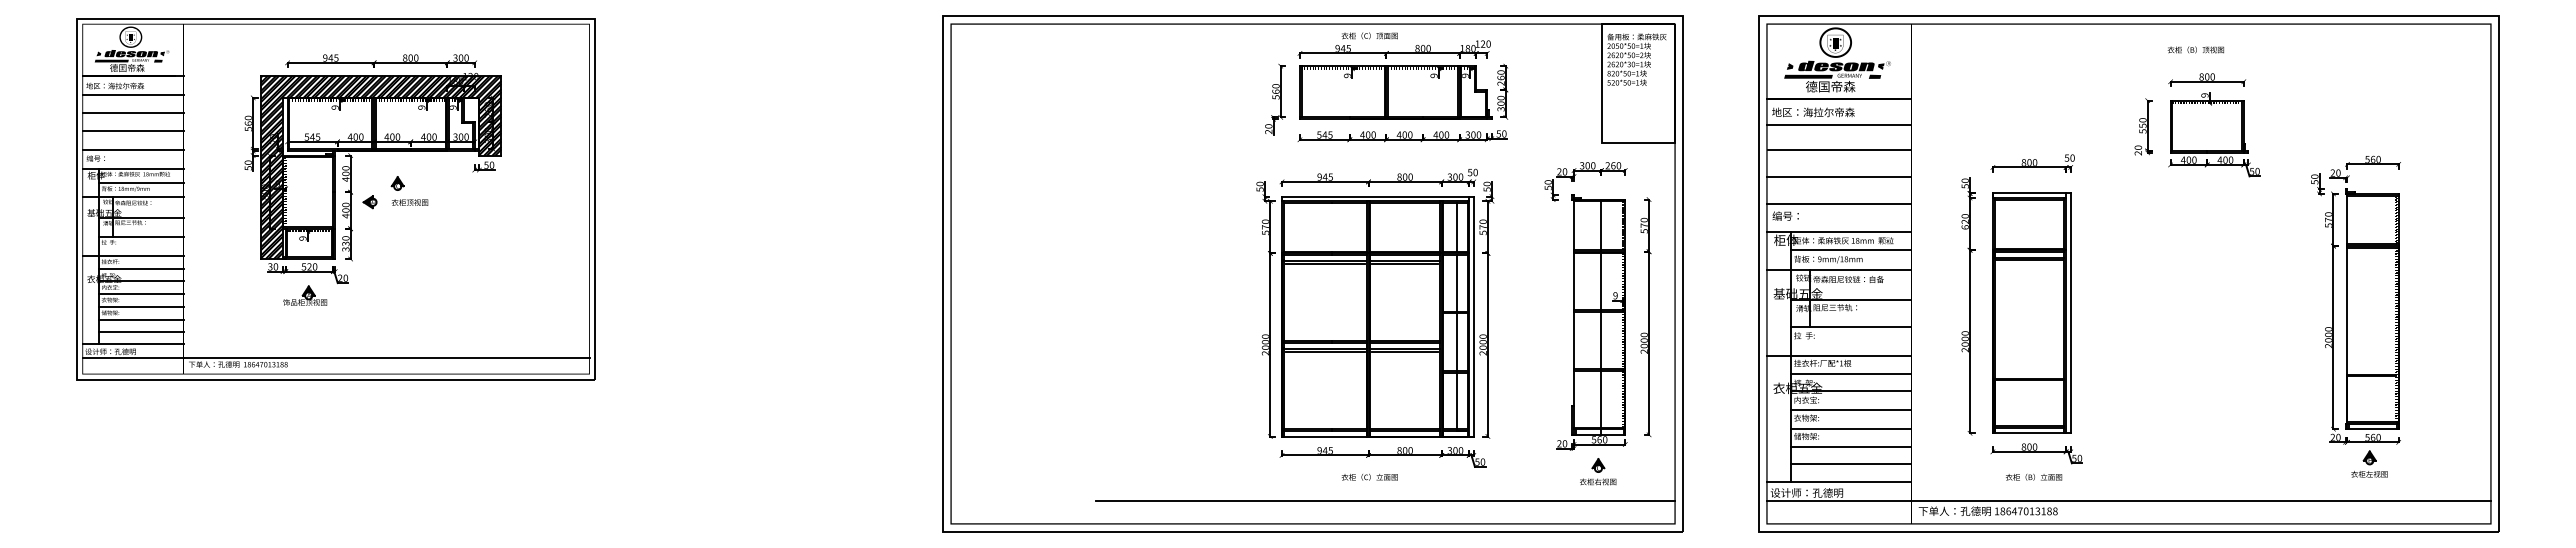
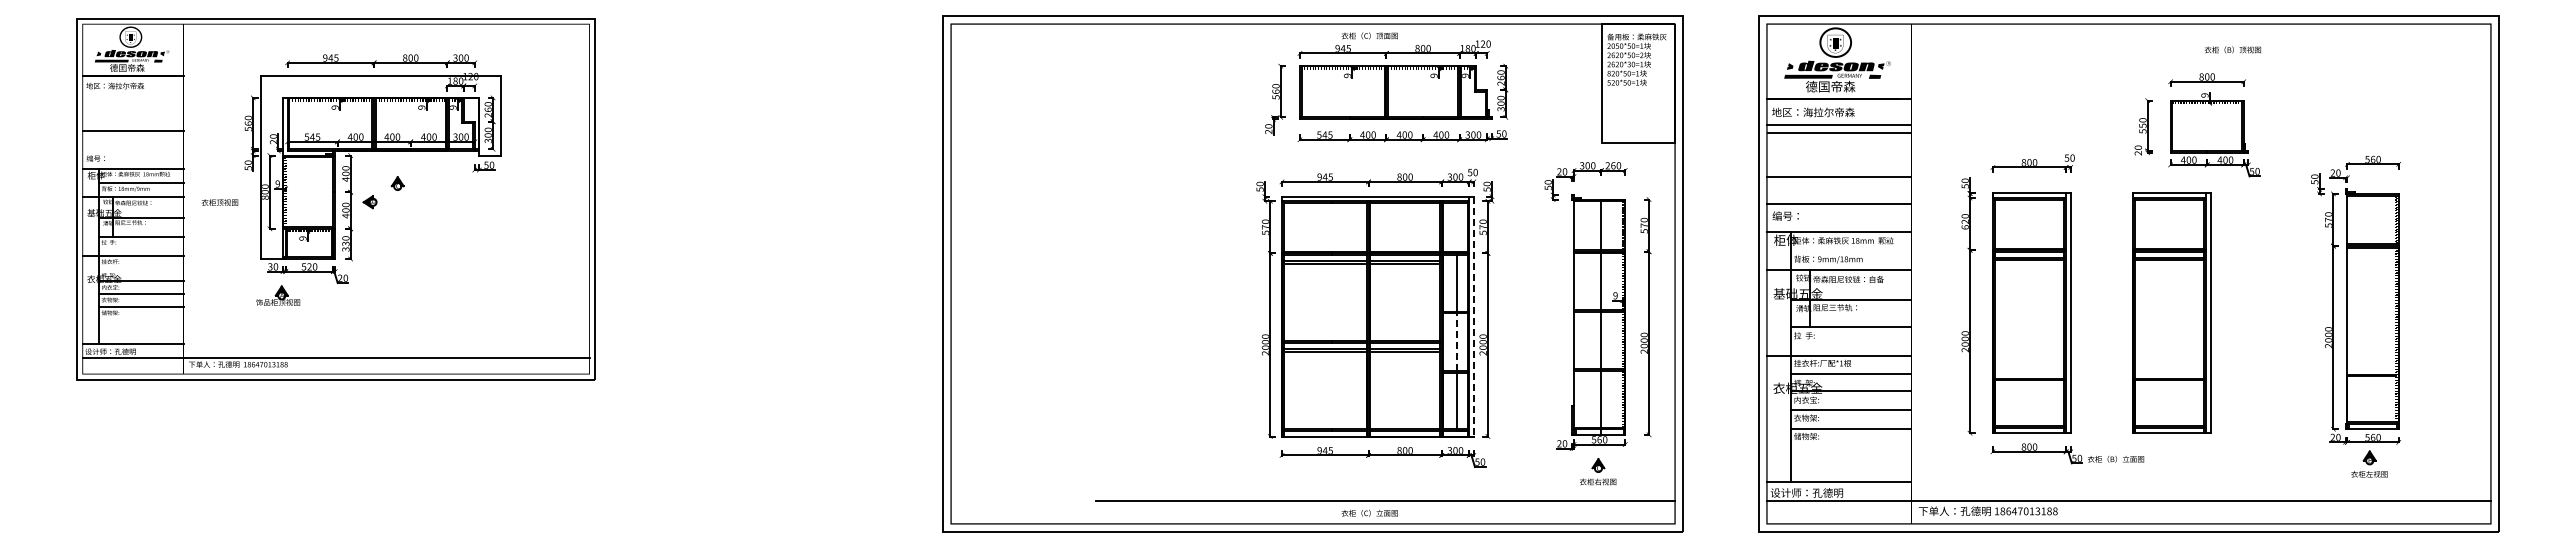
text at (2195, 49) position: (2195, 49) -> (2232, 49)
line at (132, 94): present -> none
line at (133, 112): present -> none
line at (132, 149): present -> none
line at (1839, 150) position: (1839, 150) -> (1839, 133)
hatch at (381, 167): present -> none
text at (409, 202) position: (409, 202) -> (219, 202)
line at (1456, 226): present -> none
line at (1850, 250): present -> none
line at (141, 268): present -> none
part at (305, 295) position: (305, 295) -> (278, 295)
part at (2171, 312): none -> present
line at (1473, 316): solid -> dashed
line at (141, 320): present -> none
line at (141, 332): present -> none
line at (1456, 342): solid -> dashed
line at (1850, 447): present -> none
line at (1850, 464): present -> none
text at (2034, 476) position: (2034, 476) -> (2116, 458)
text at (1369, 477) position: (1369, 477) -> (1369, 513)
